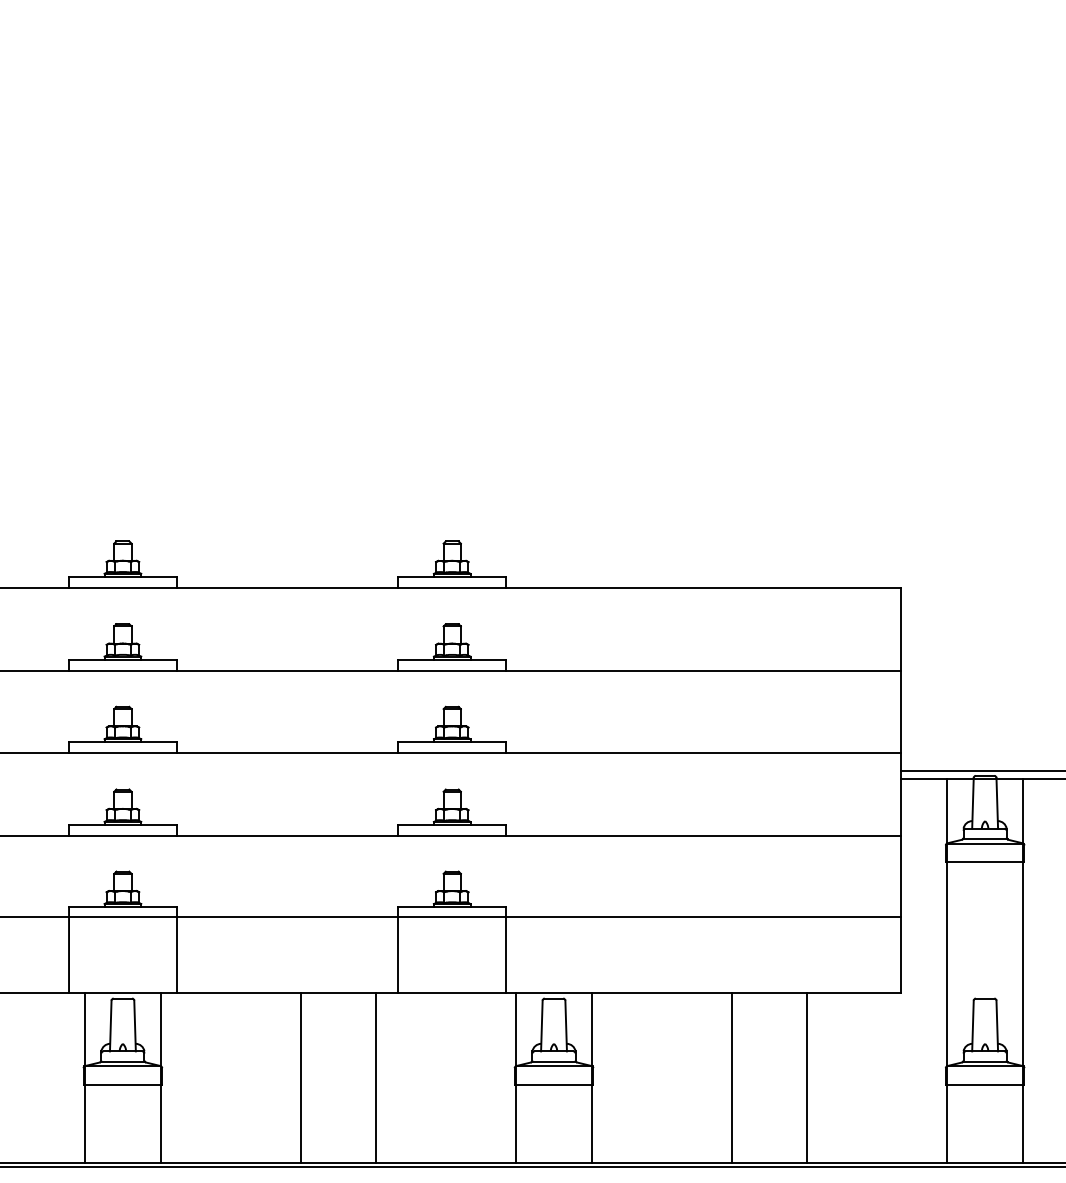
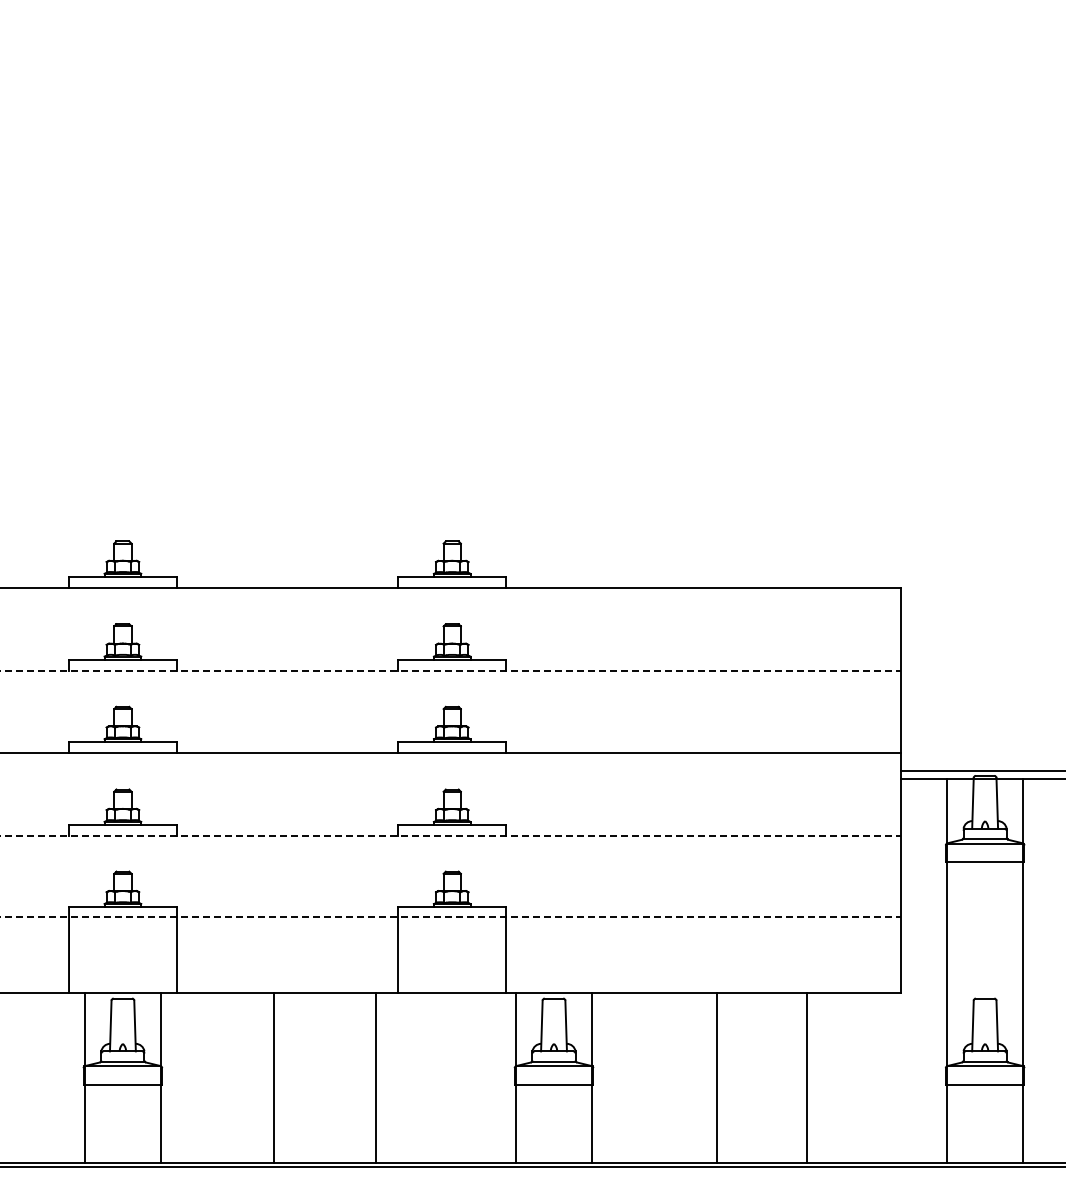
line at (451, 670): solid -> dashed
line at (451, 835): solid -> dashed
line at (451, 917): solid -> dashed
line at (300, 1077) position: (300, 1077) -> (273, 1077)
line at (731, 1077) position: (731, 1077) -> (716, 1077)
